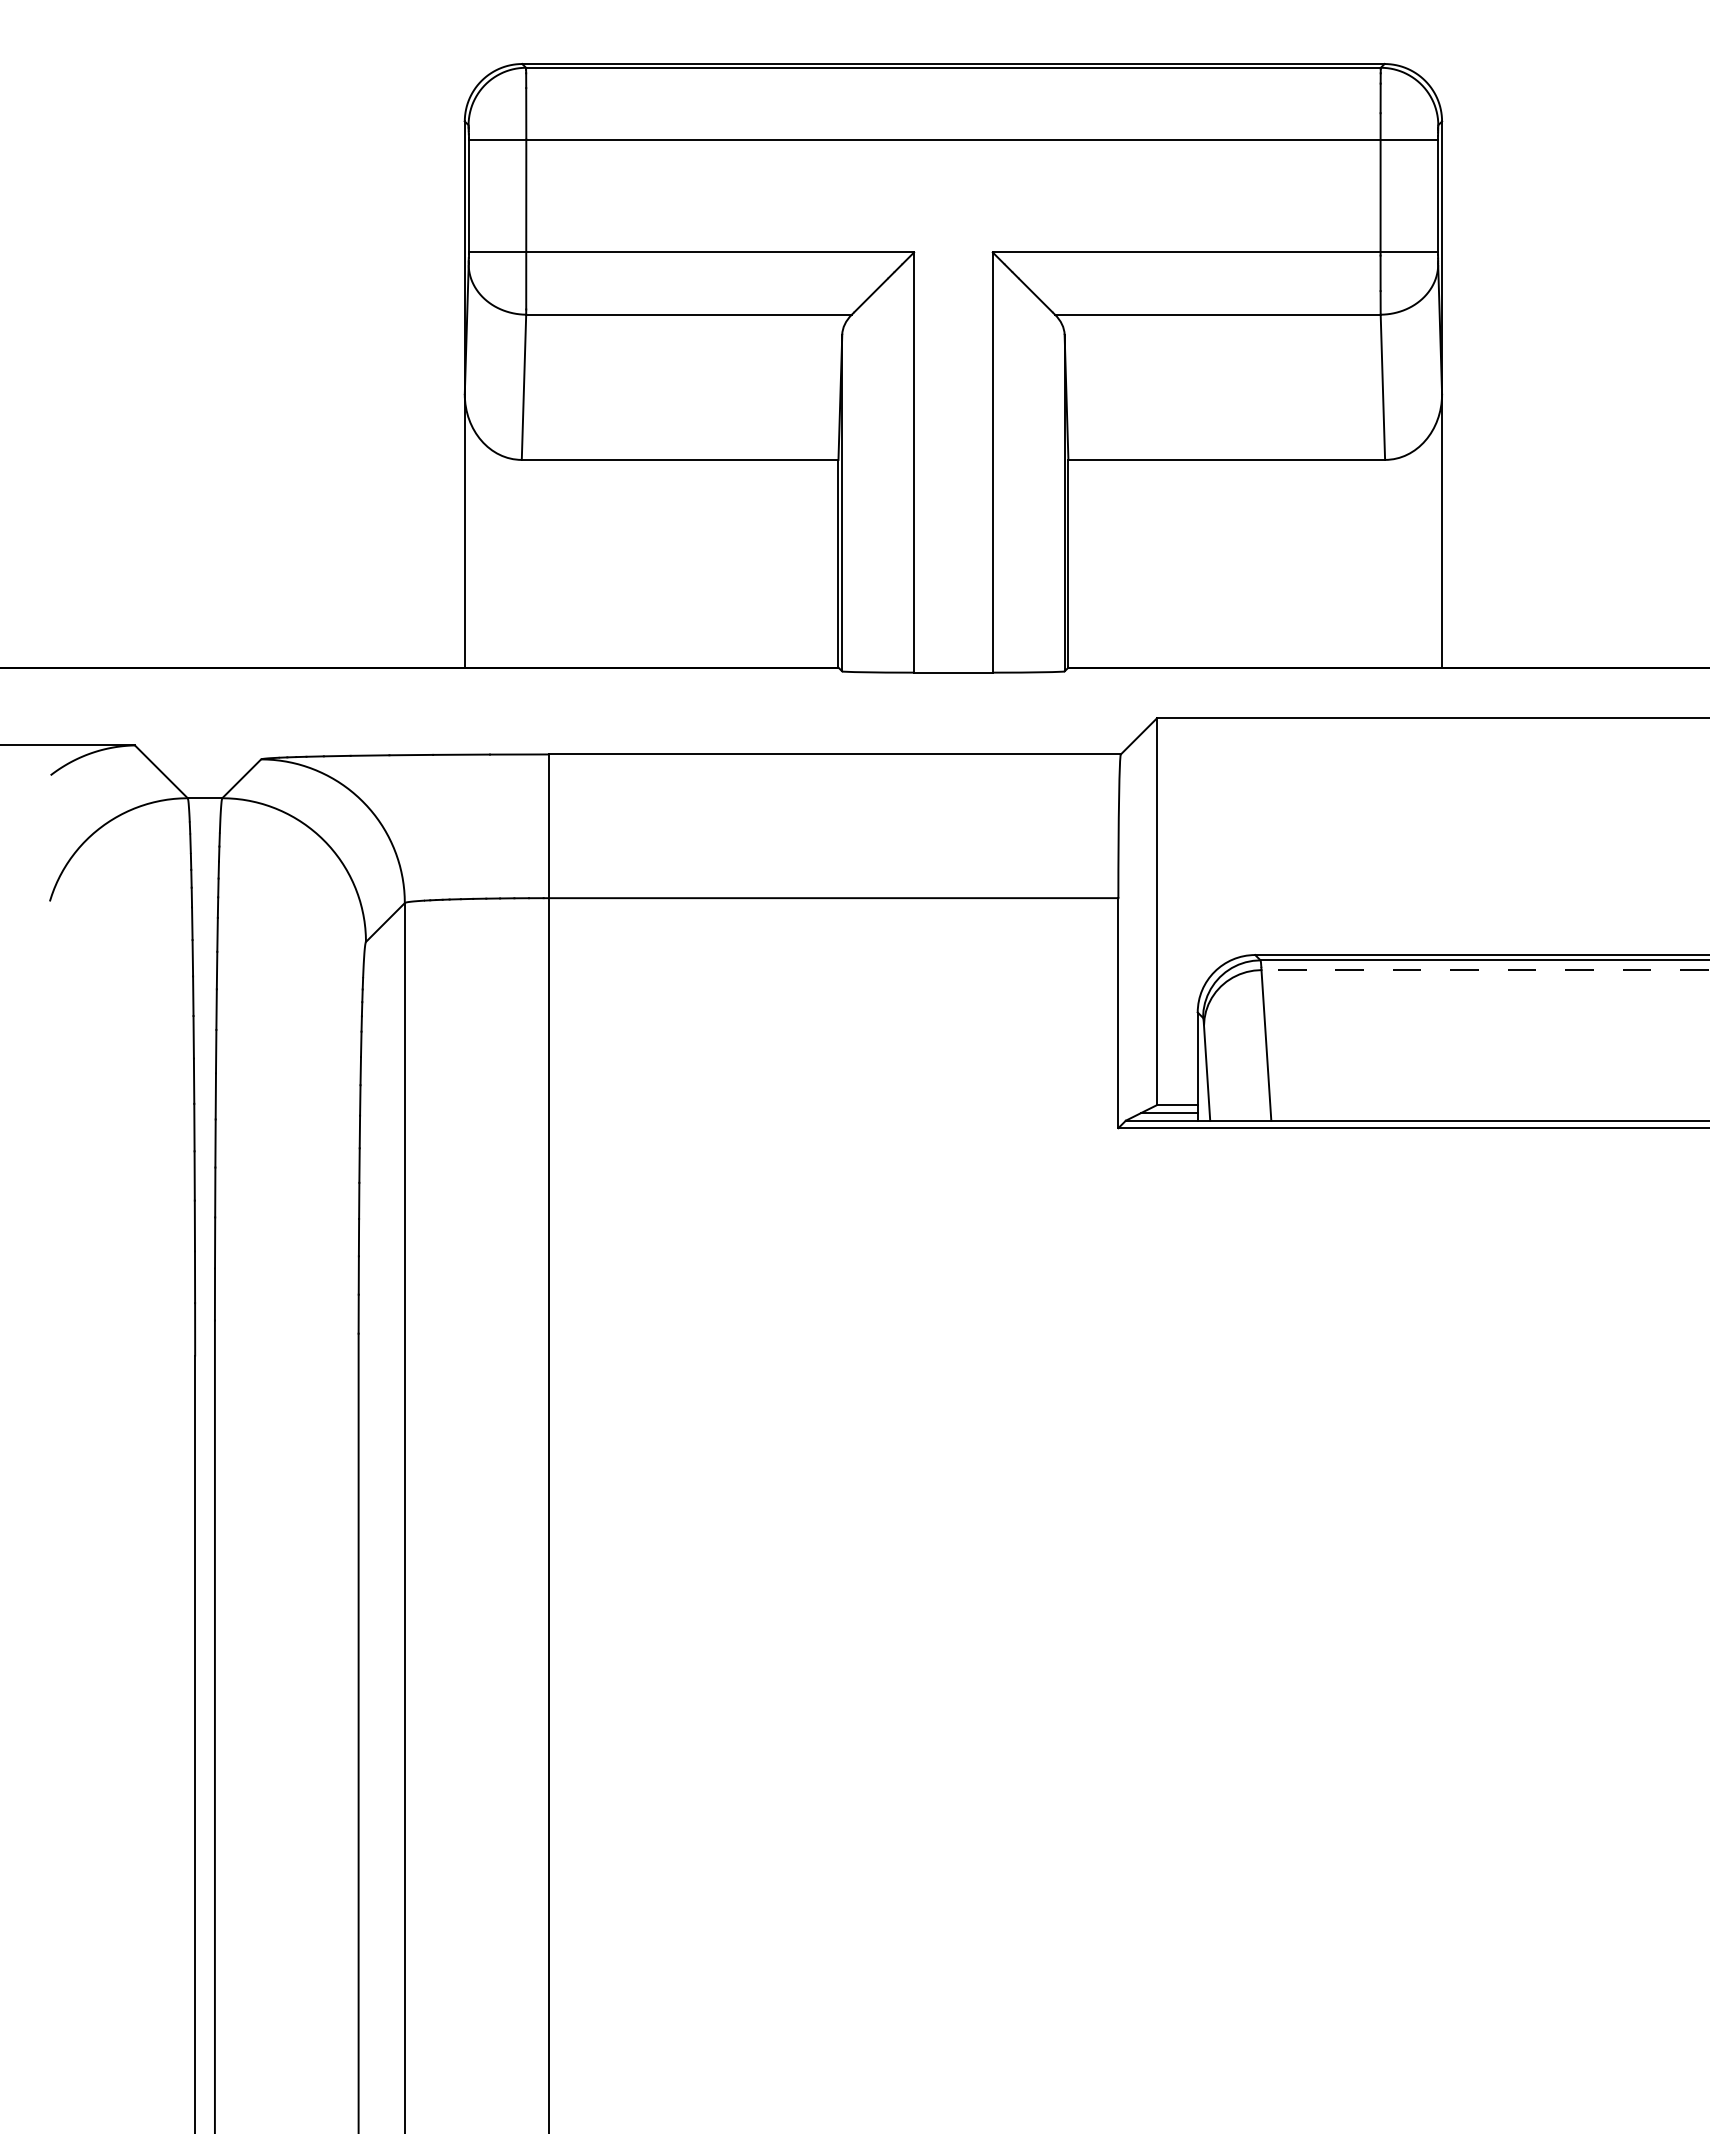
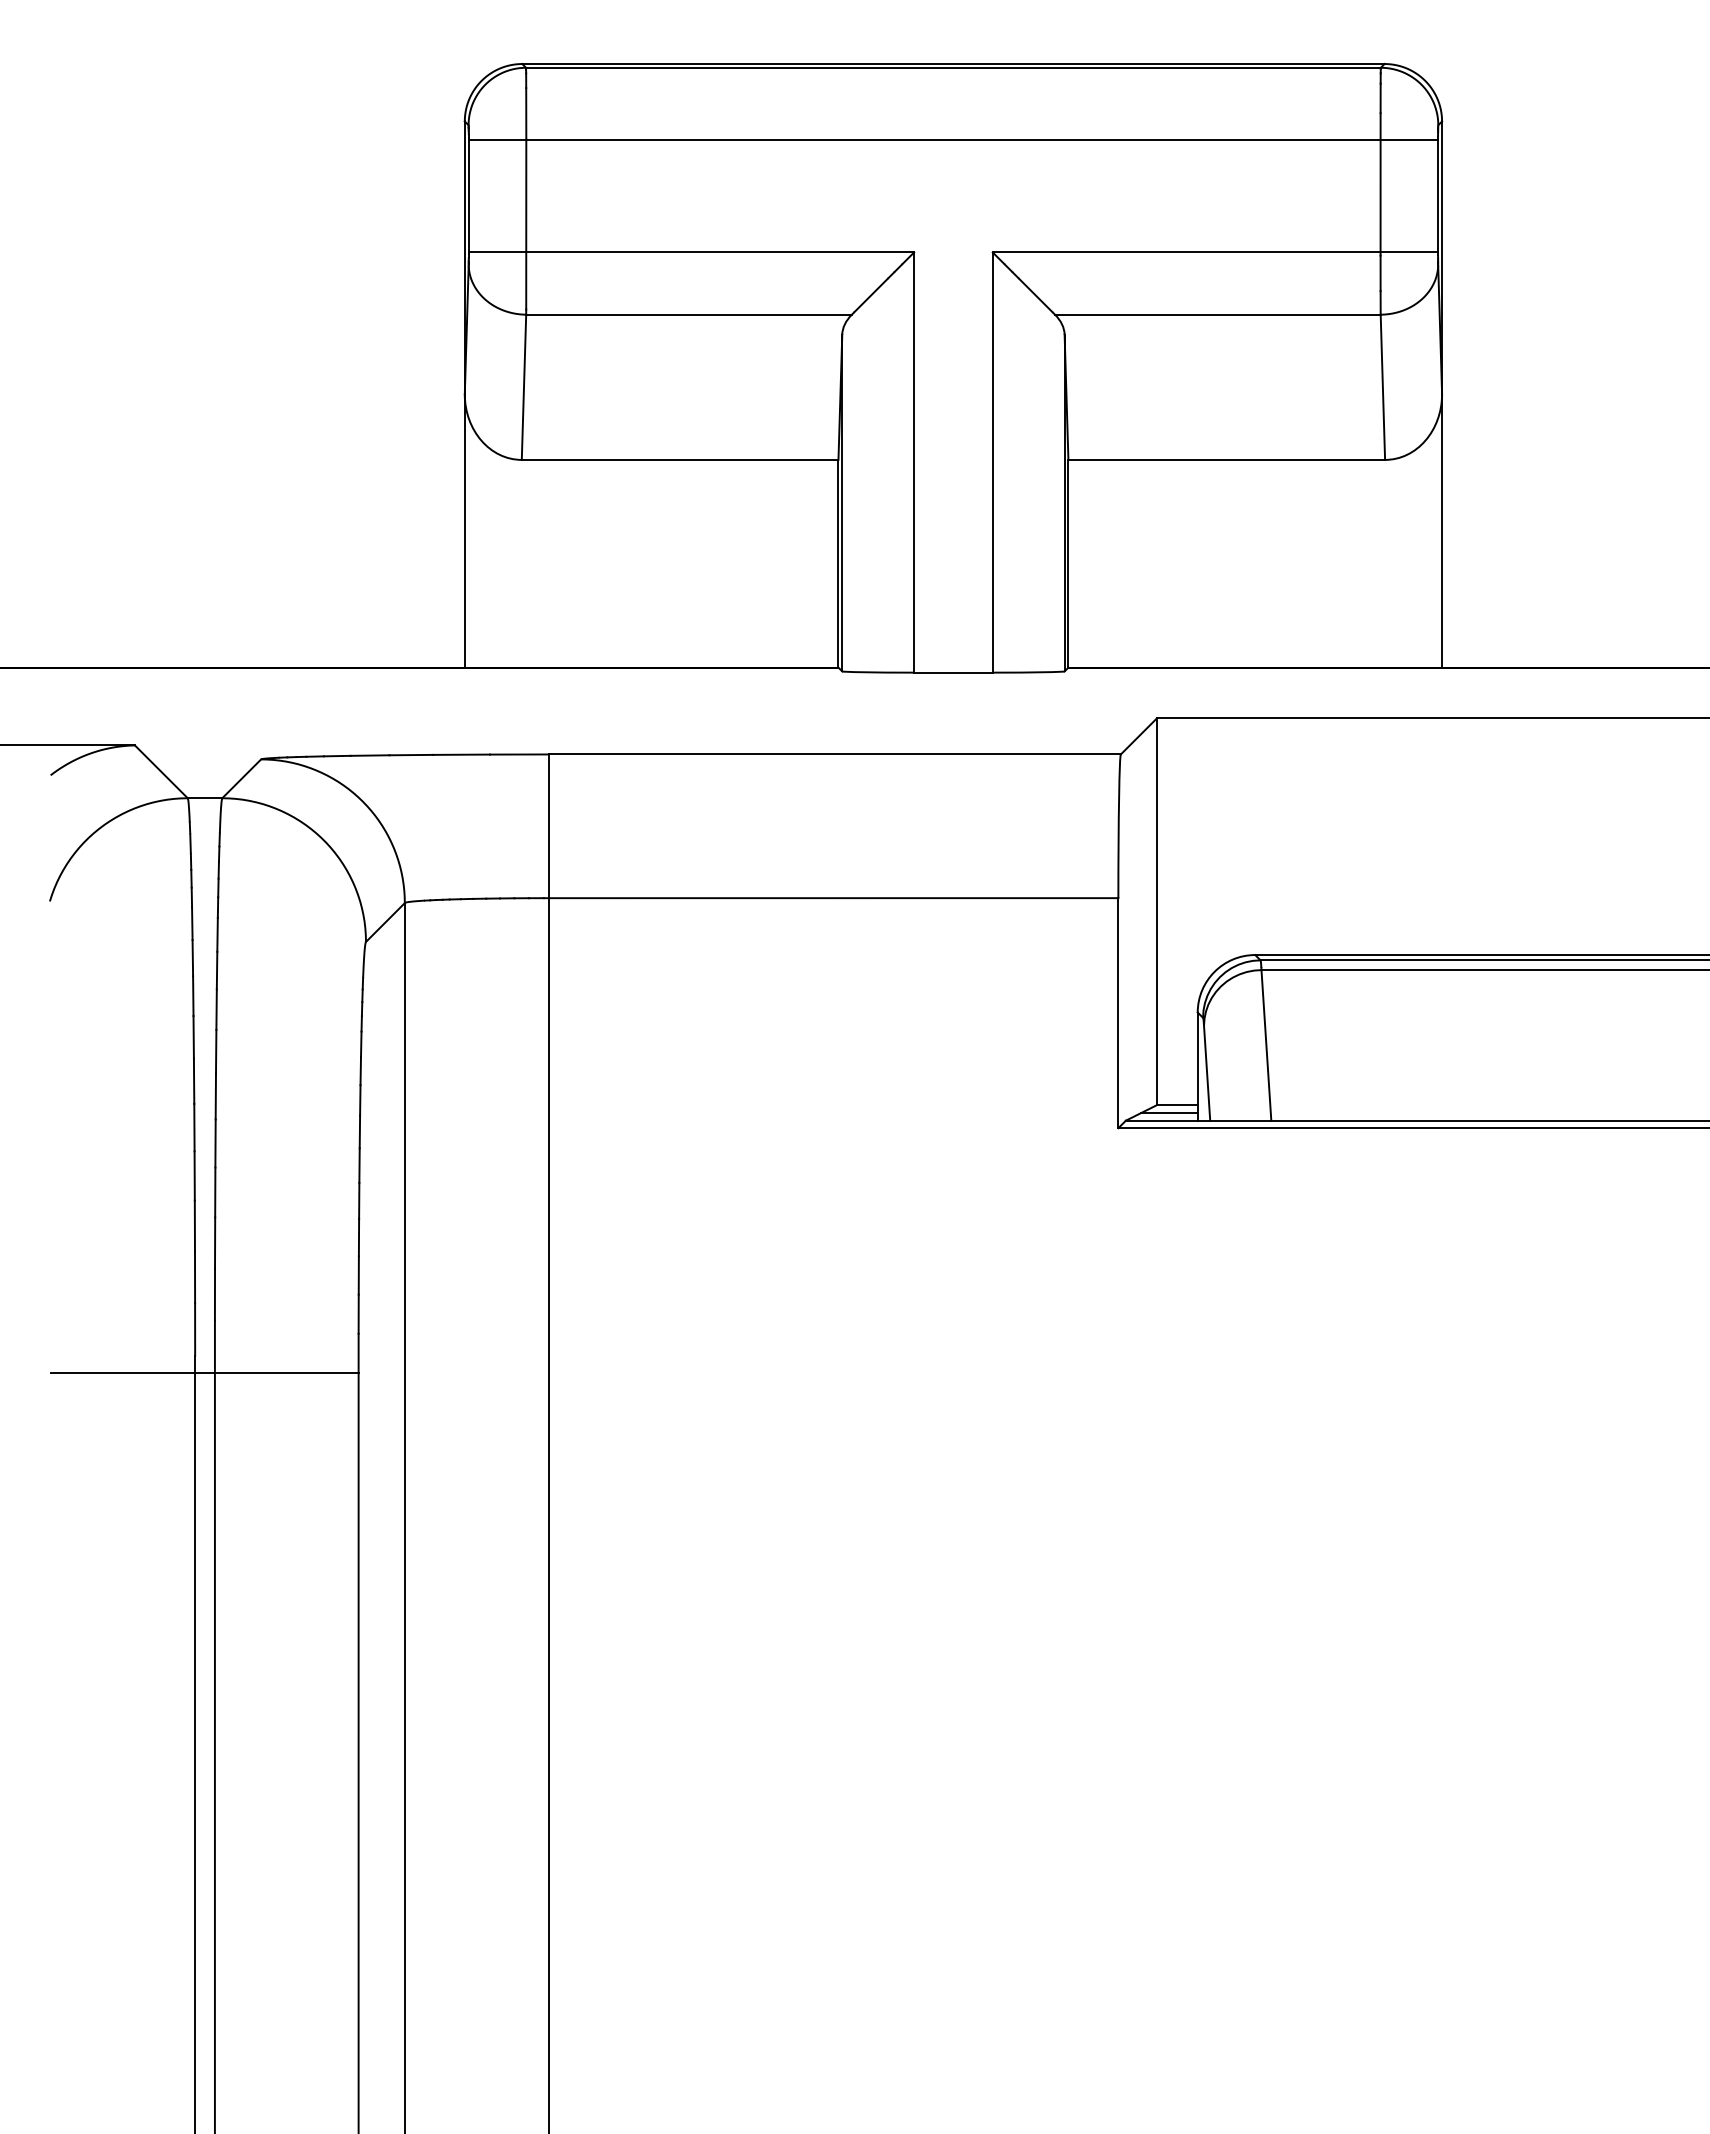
line at (1485, 970): dashed -> solid
line at (204, 1373): none -> present
